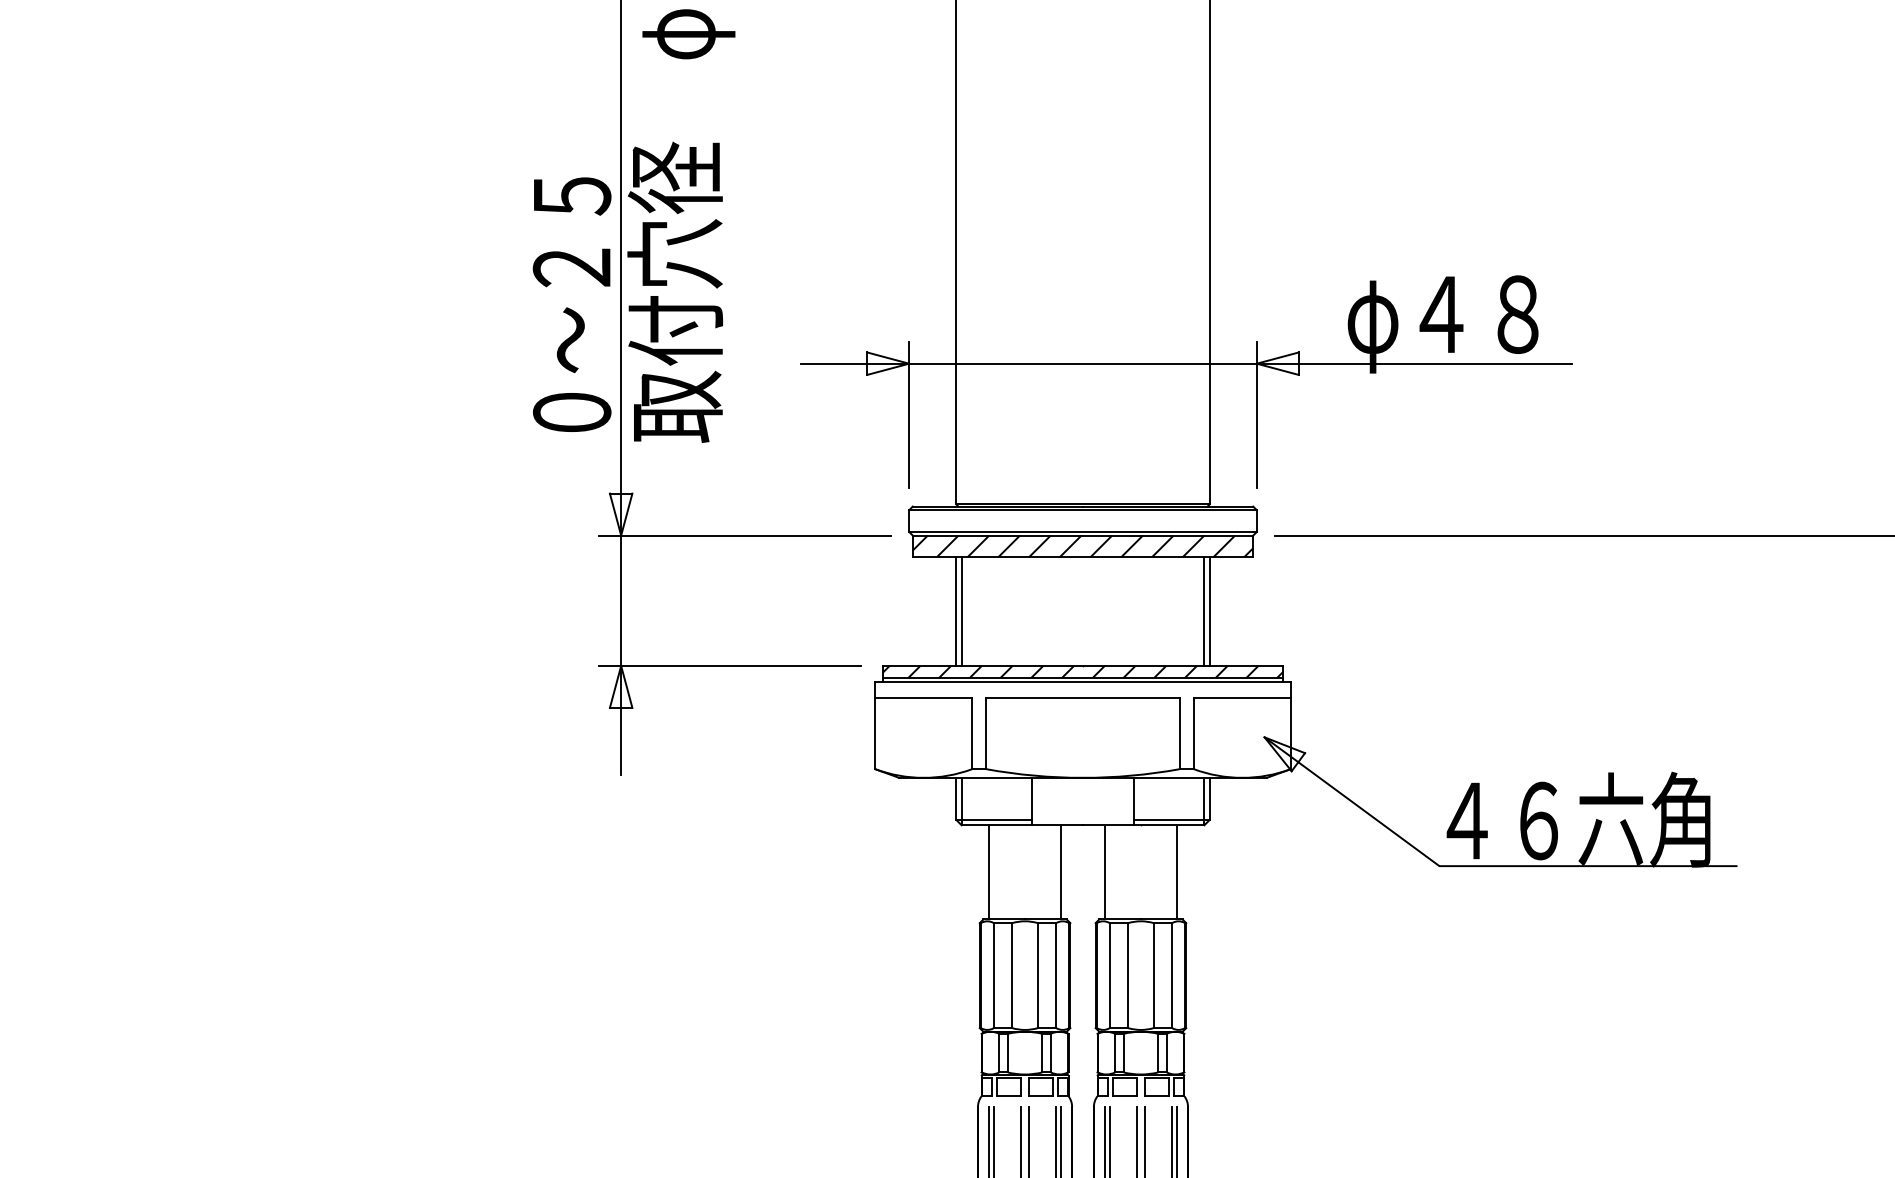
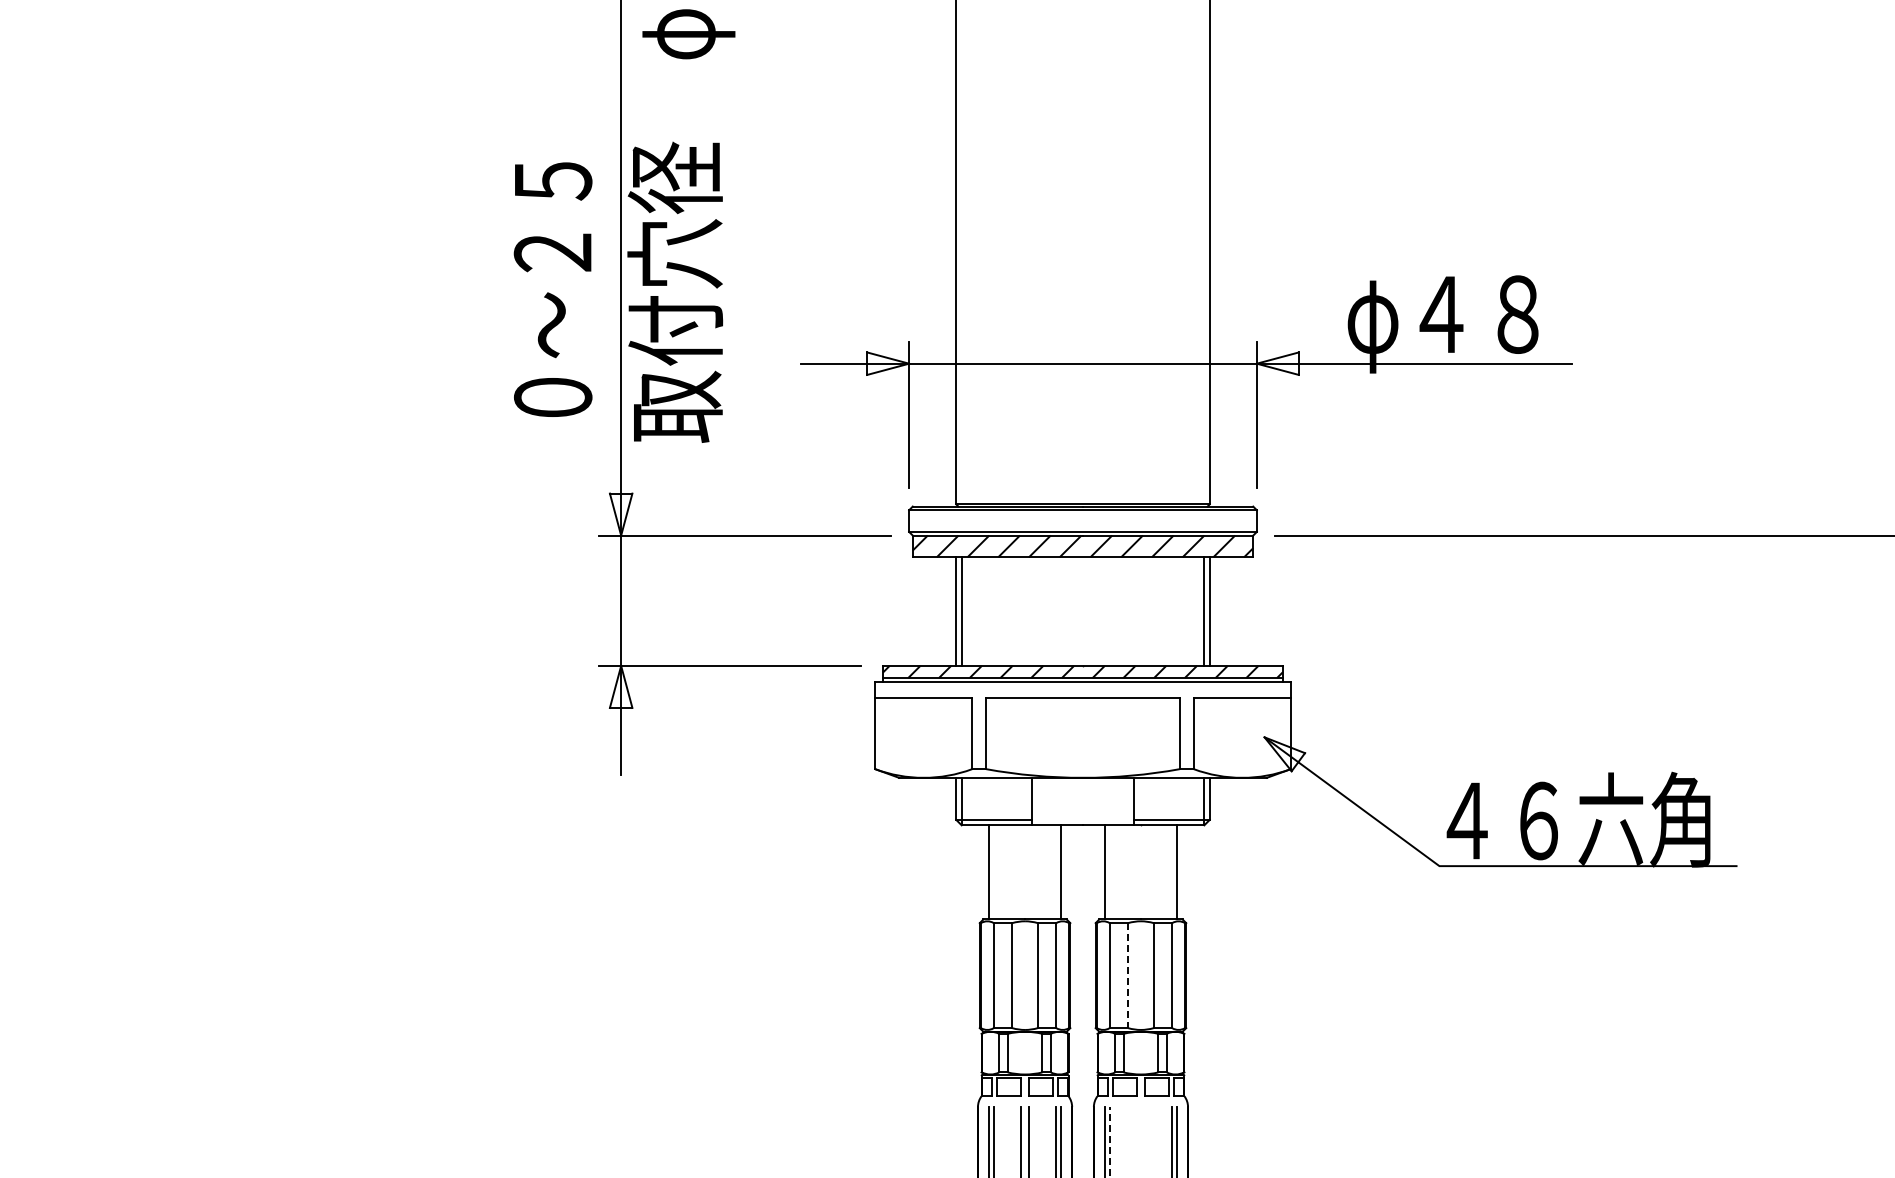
text at (571, 304) position: (571, 304) -> (552, 289)
line at (1128, 975): solid -> dashed
line at (1137, 1140): present -> none
line at (1144, 1140): present -> none
line at (1110, 1141): solid -> dashed
